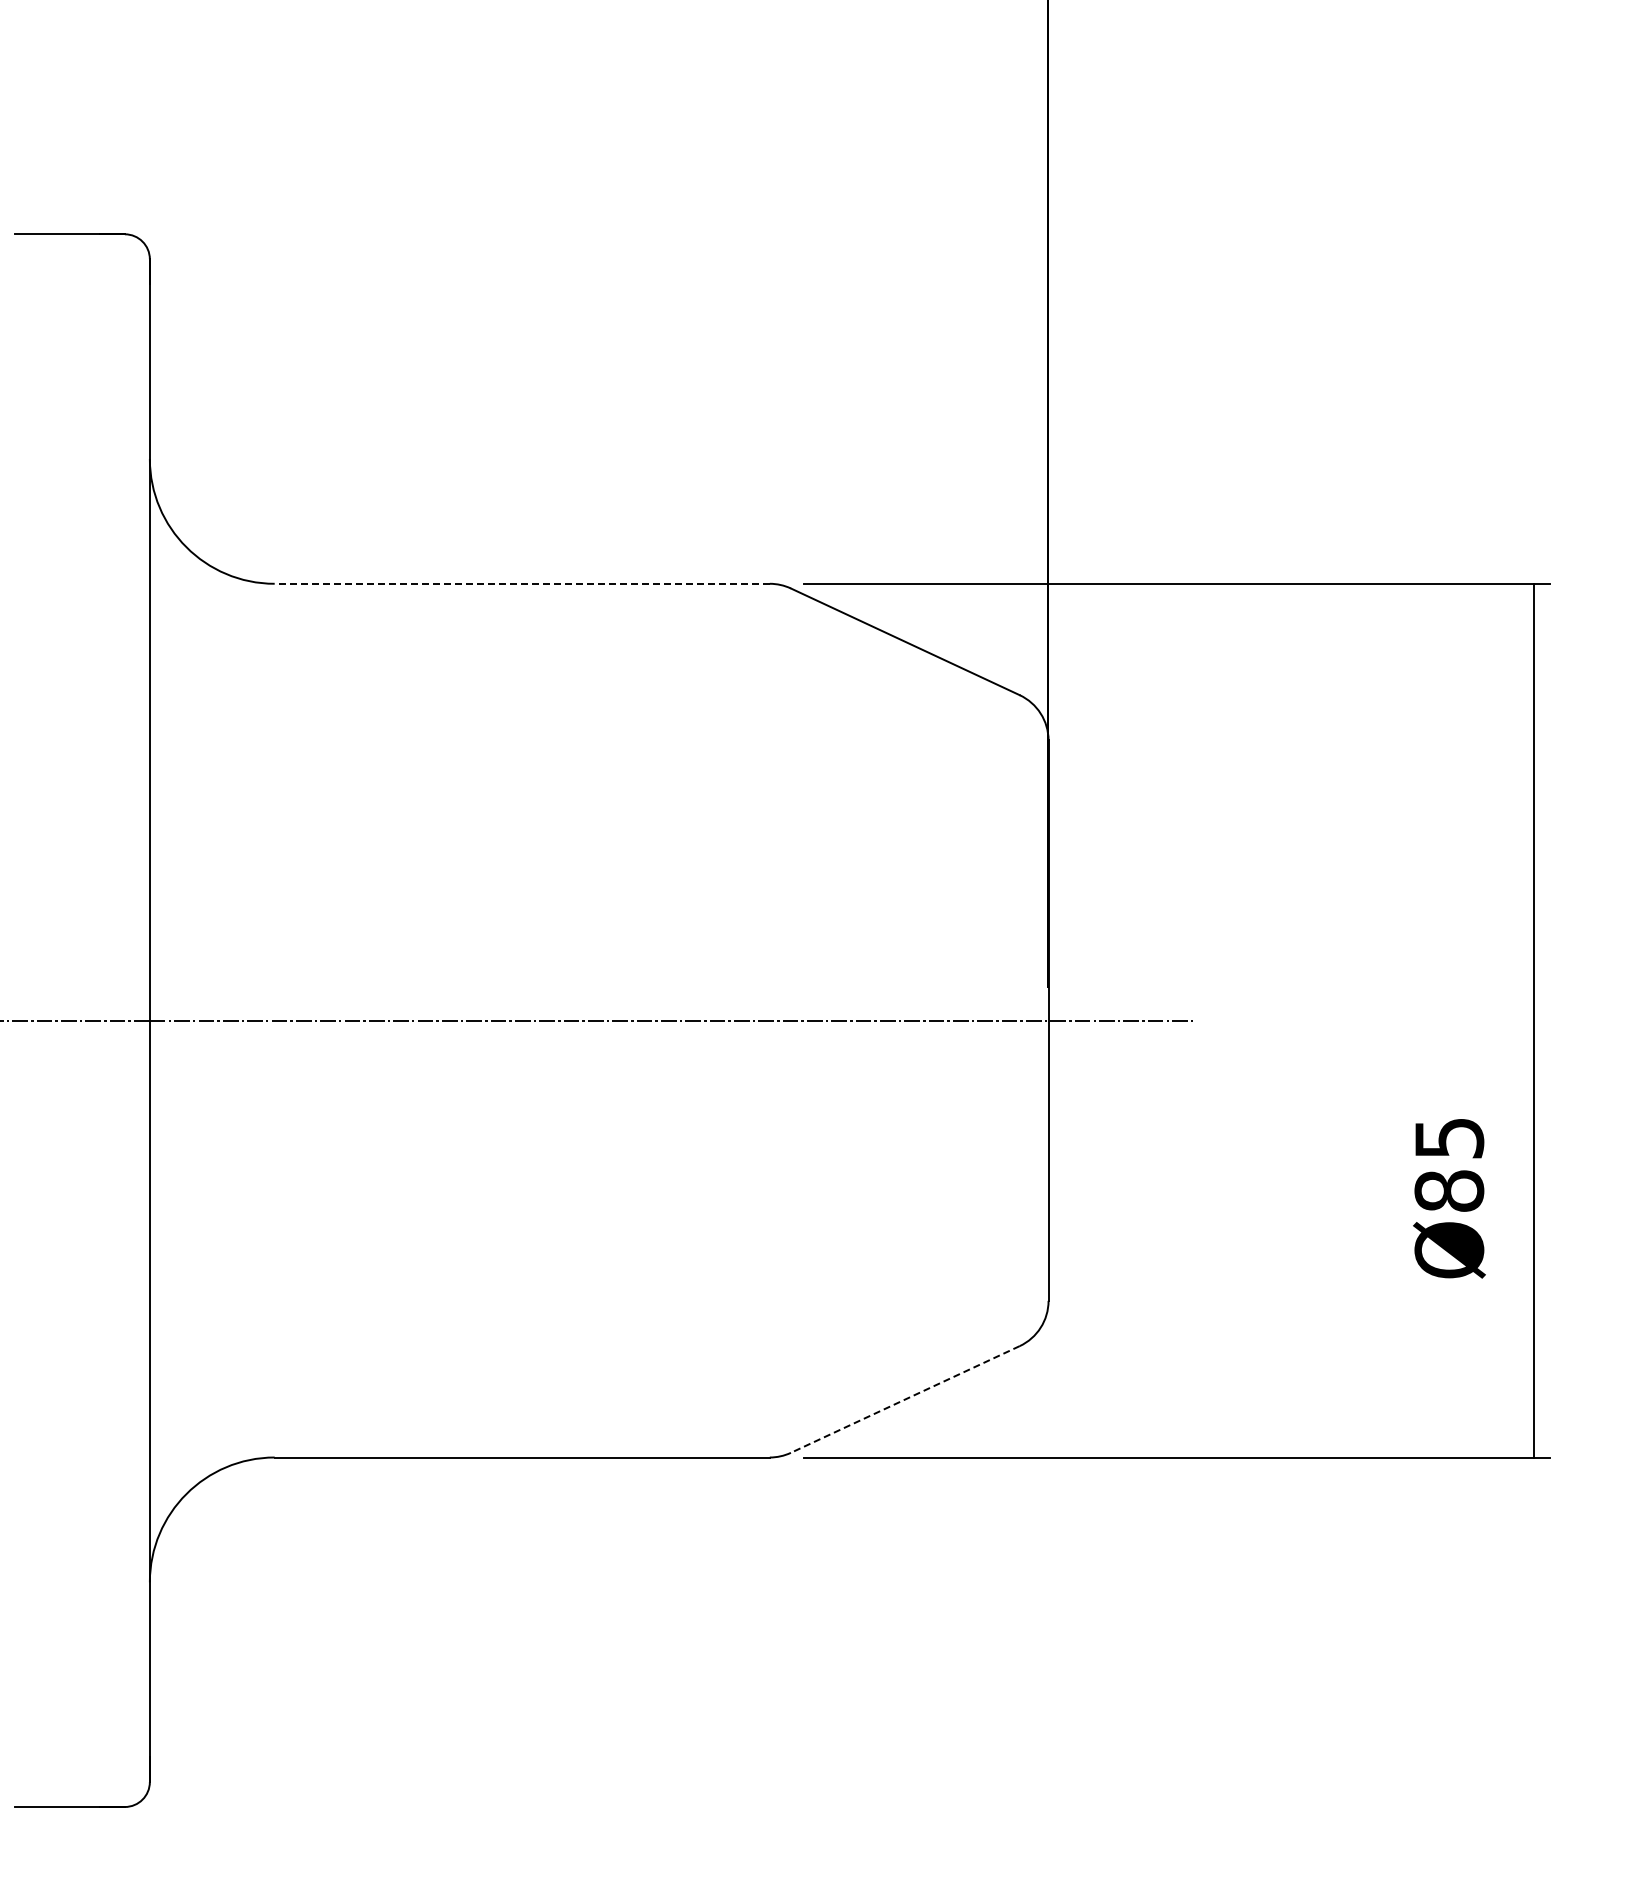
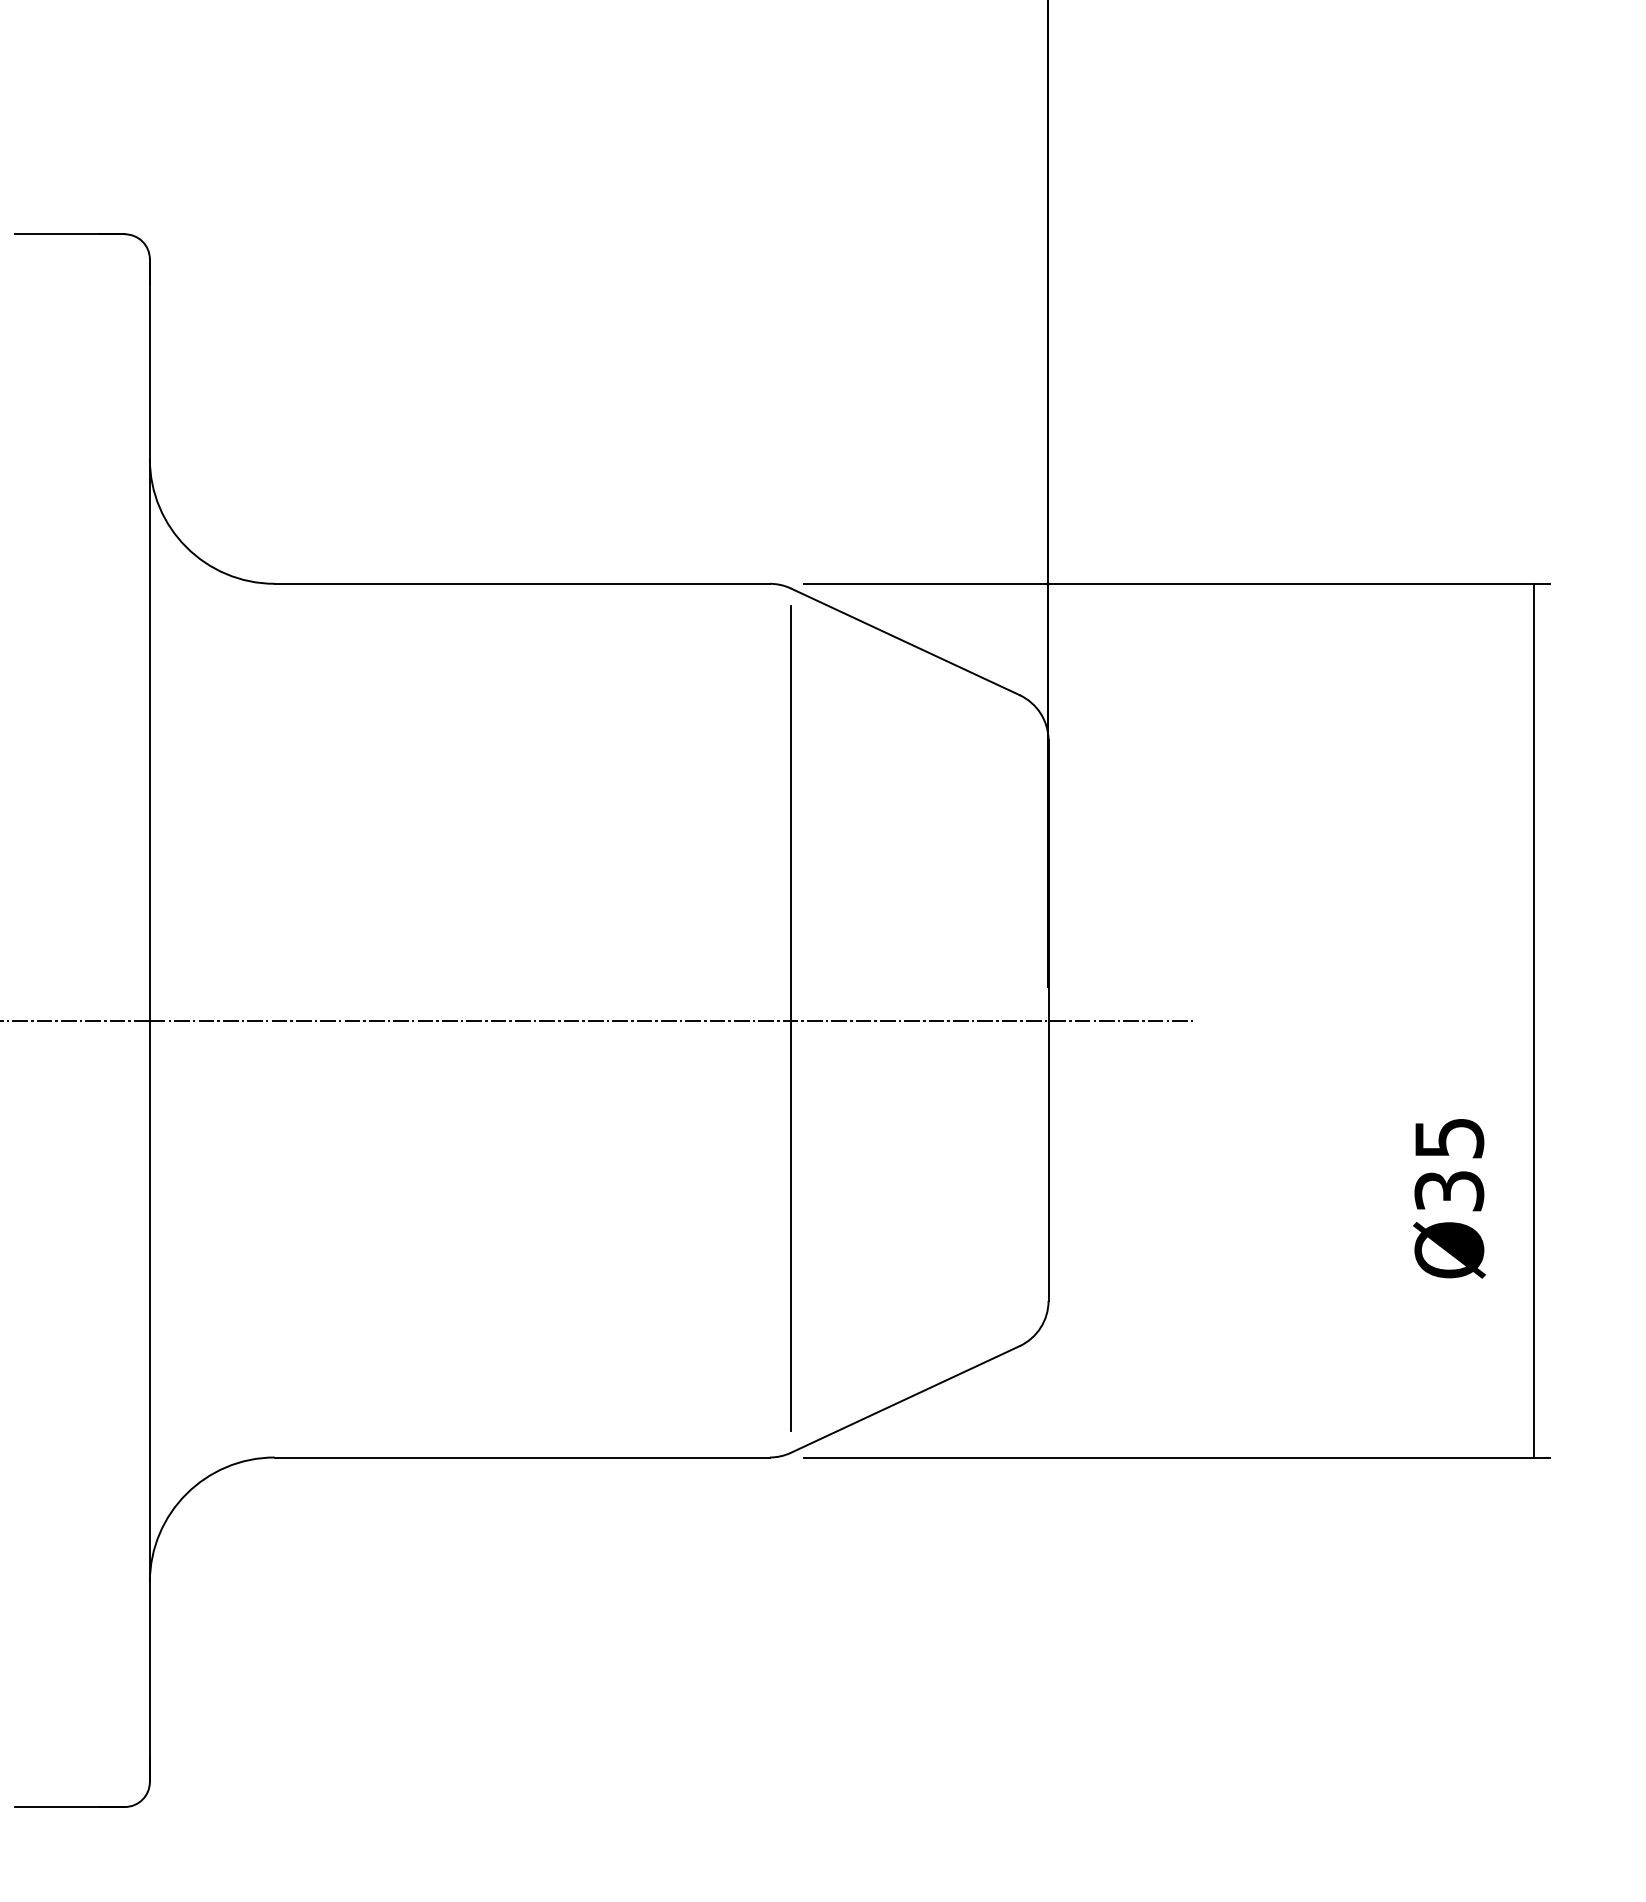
line at (522, 583): dashed -> solid
line at (790, 1017): none -> present
text at (1449, 1190): Ø85 -> Ø35
line at (904, 1399): dashed -> solid
